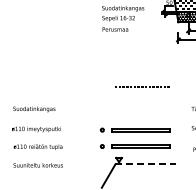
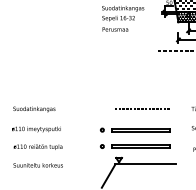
line at (174, 51): none -> present
line at (142, 86) position: (142, 86) -> (142, 108)
line at (146, 164): dashed -> solid
